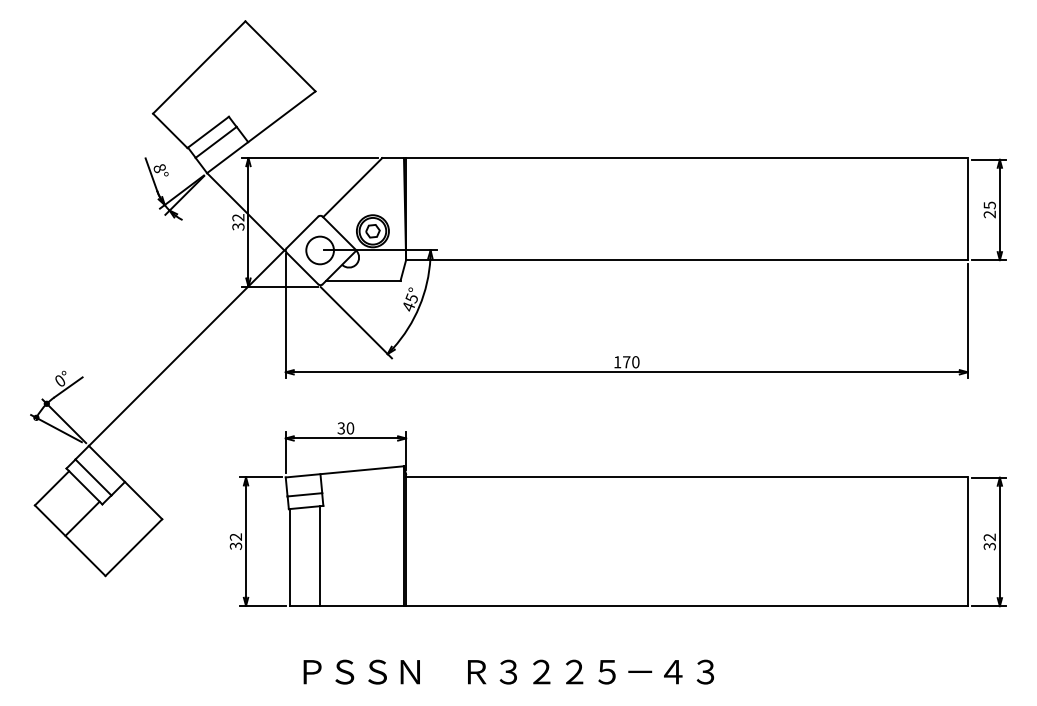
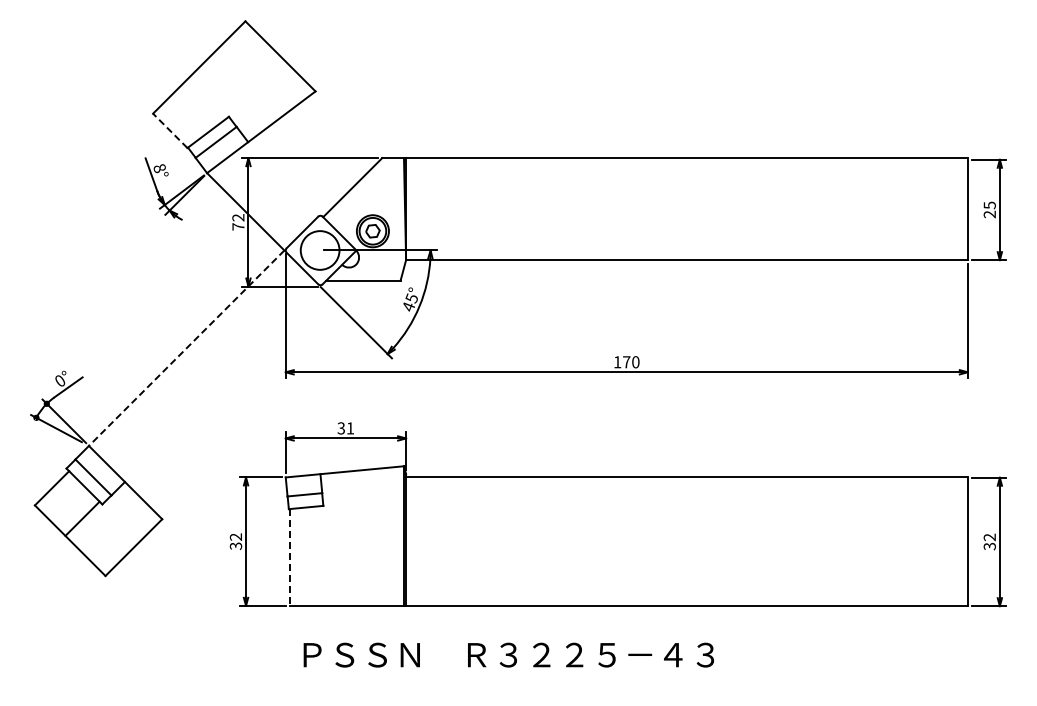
line at (169, 130): solid -> dashed
text at (238, 226): 32 -> 72
circle at (319, 250) diameter: 28 px -> 39 px
line at (186, 348): solid -> dashed
text at (350, 428): 30 -> 31
line at (320, 555): present -> none
line at (289, 557): solid -> dashed
text at (508, 671) position: (508, 671) -> (508, 654)
